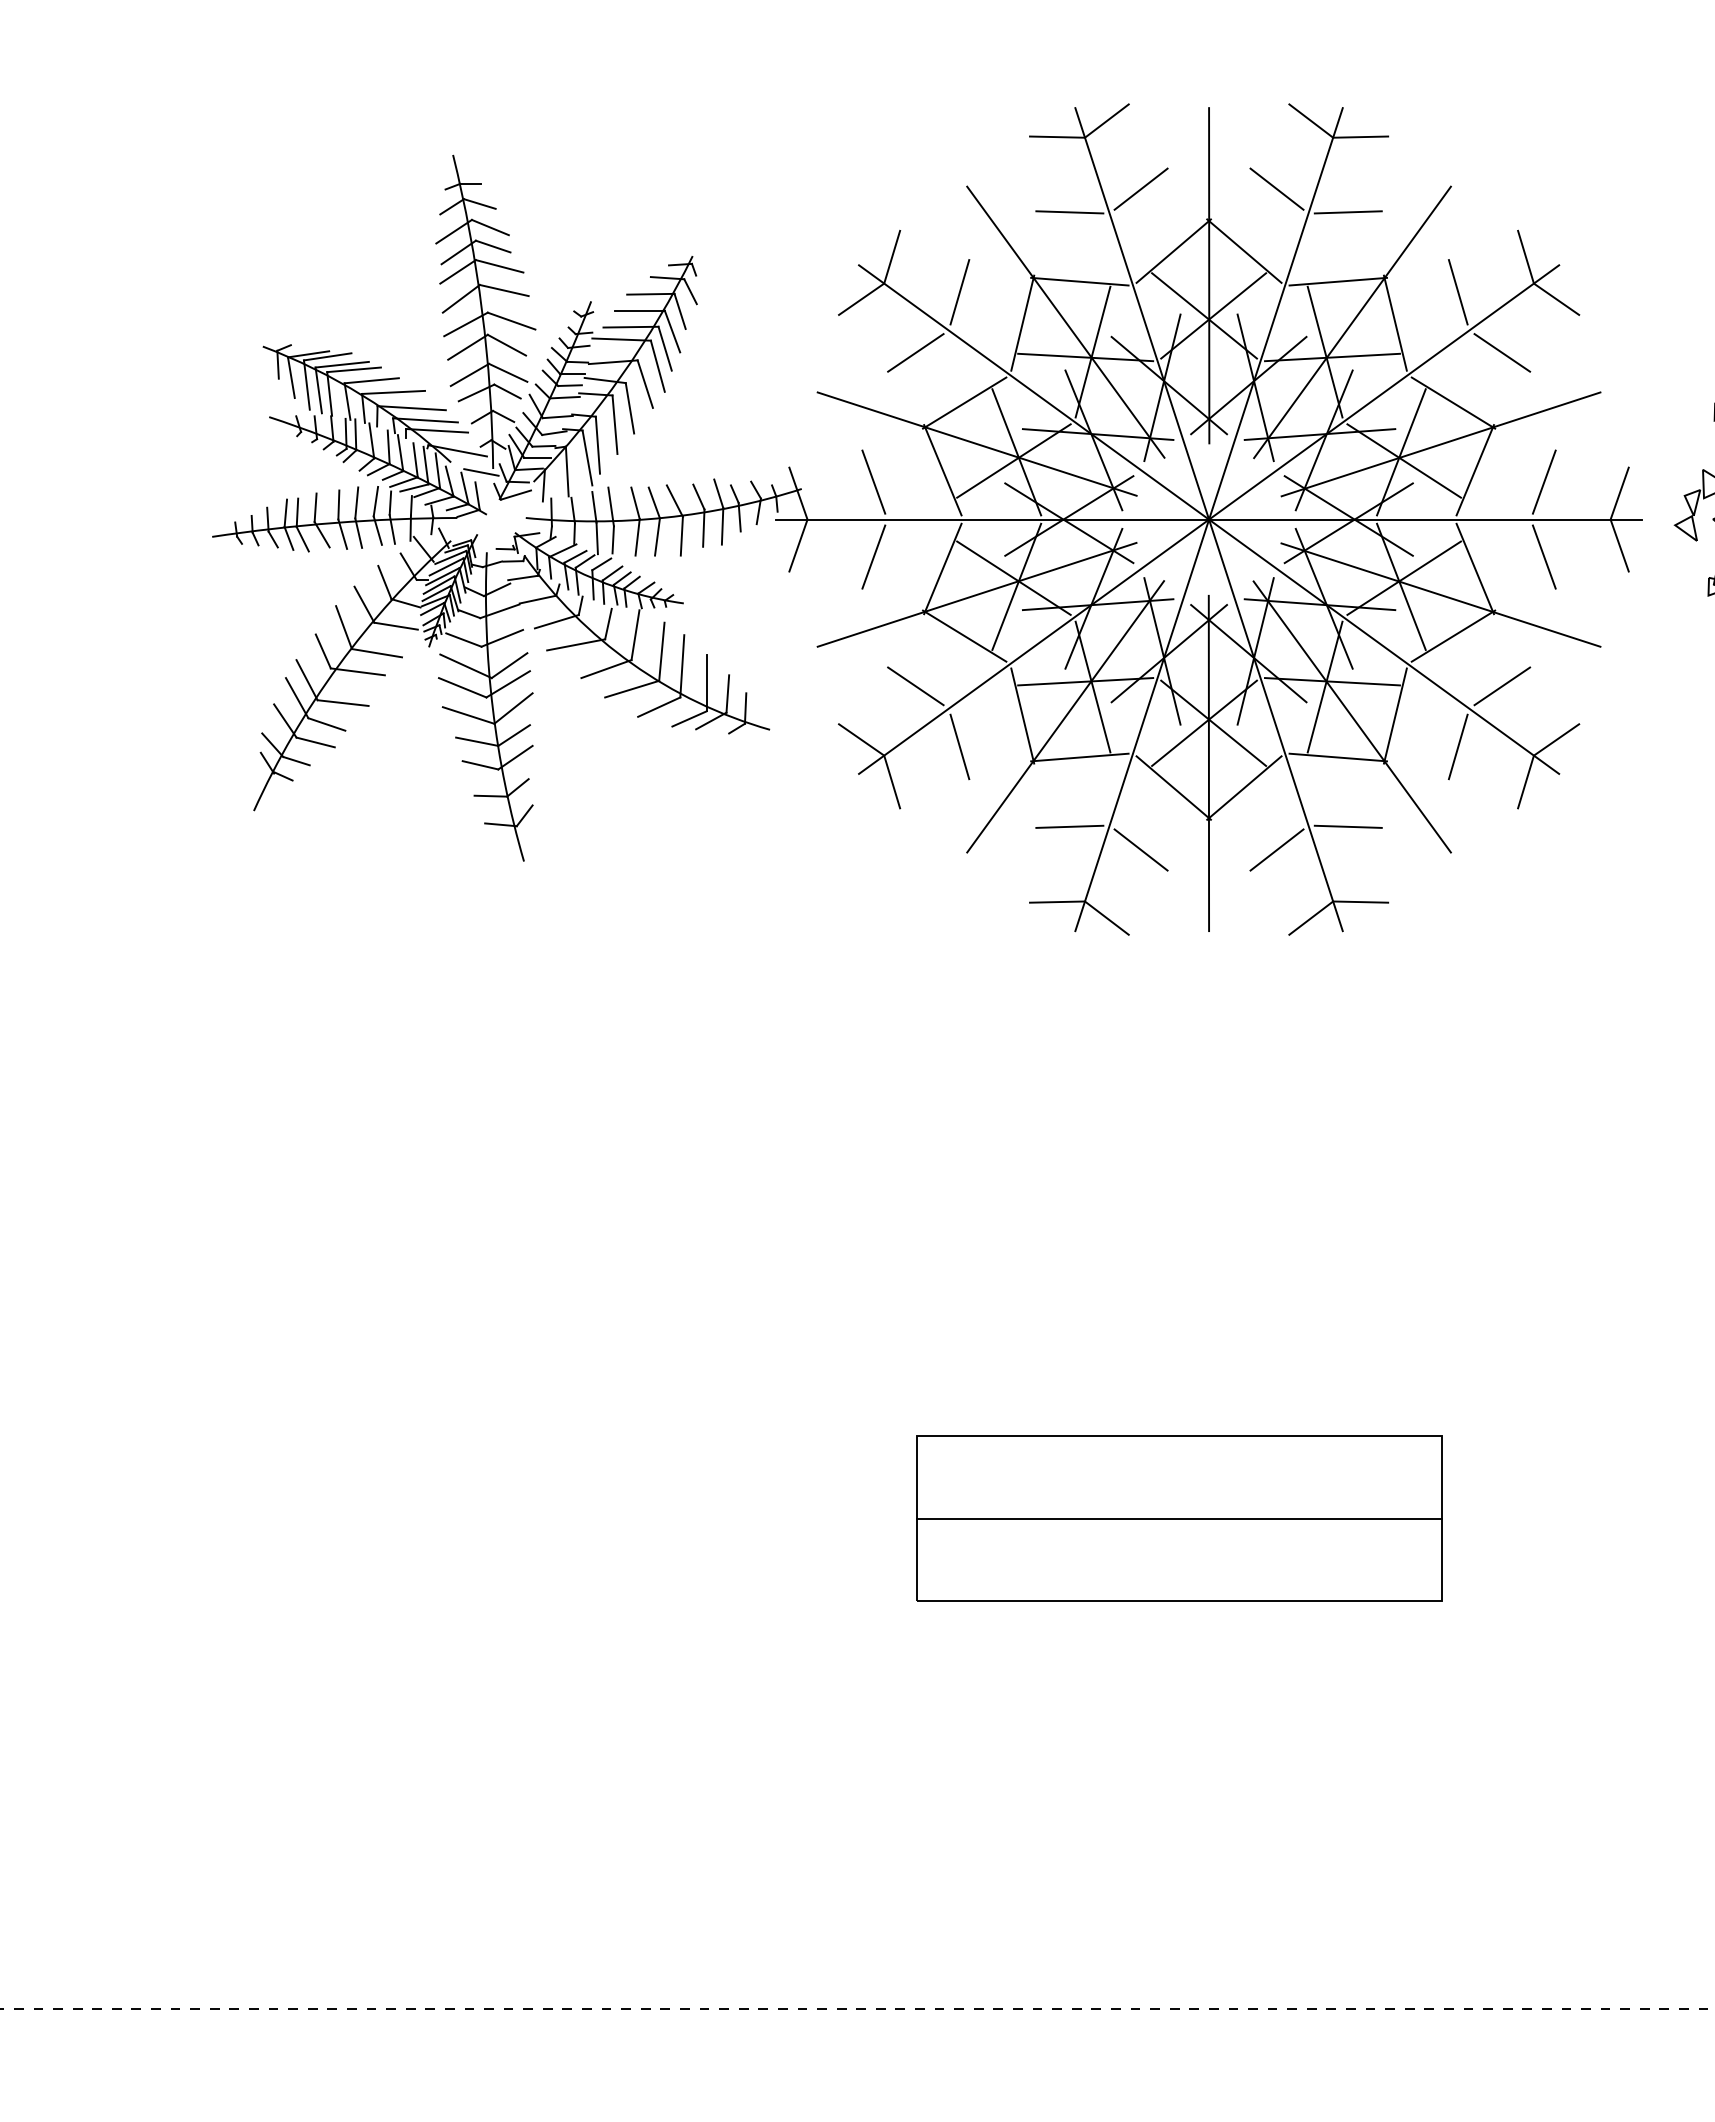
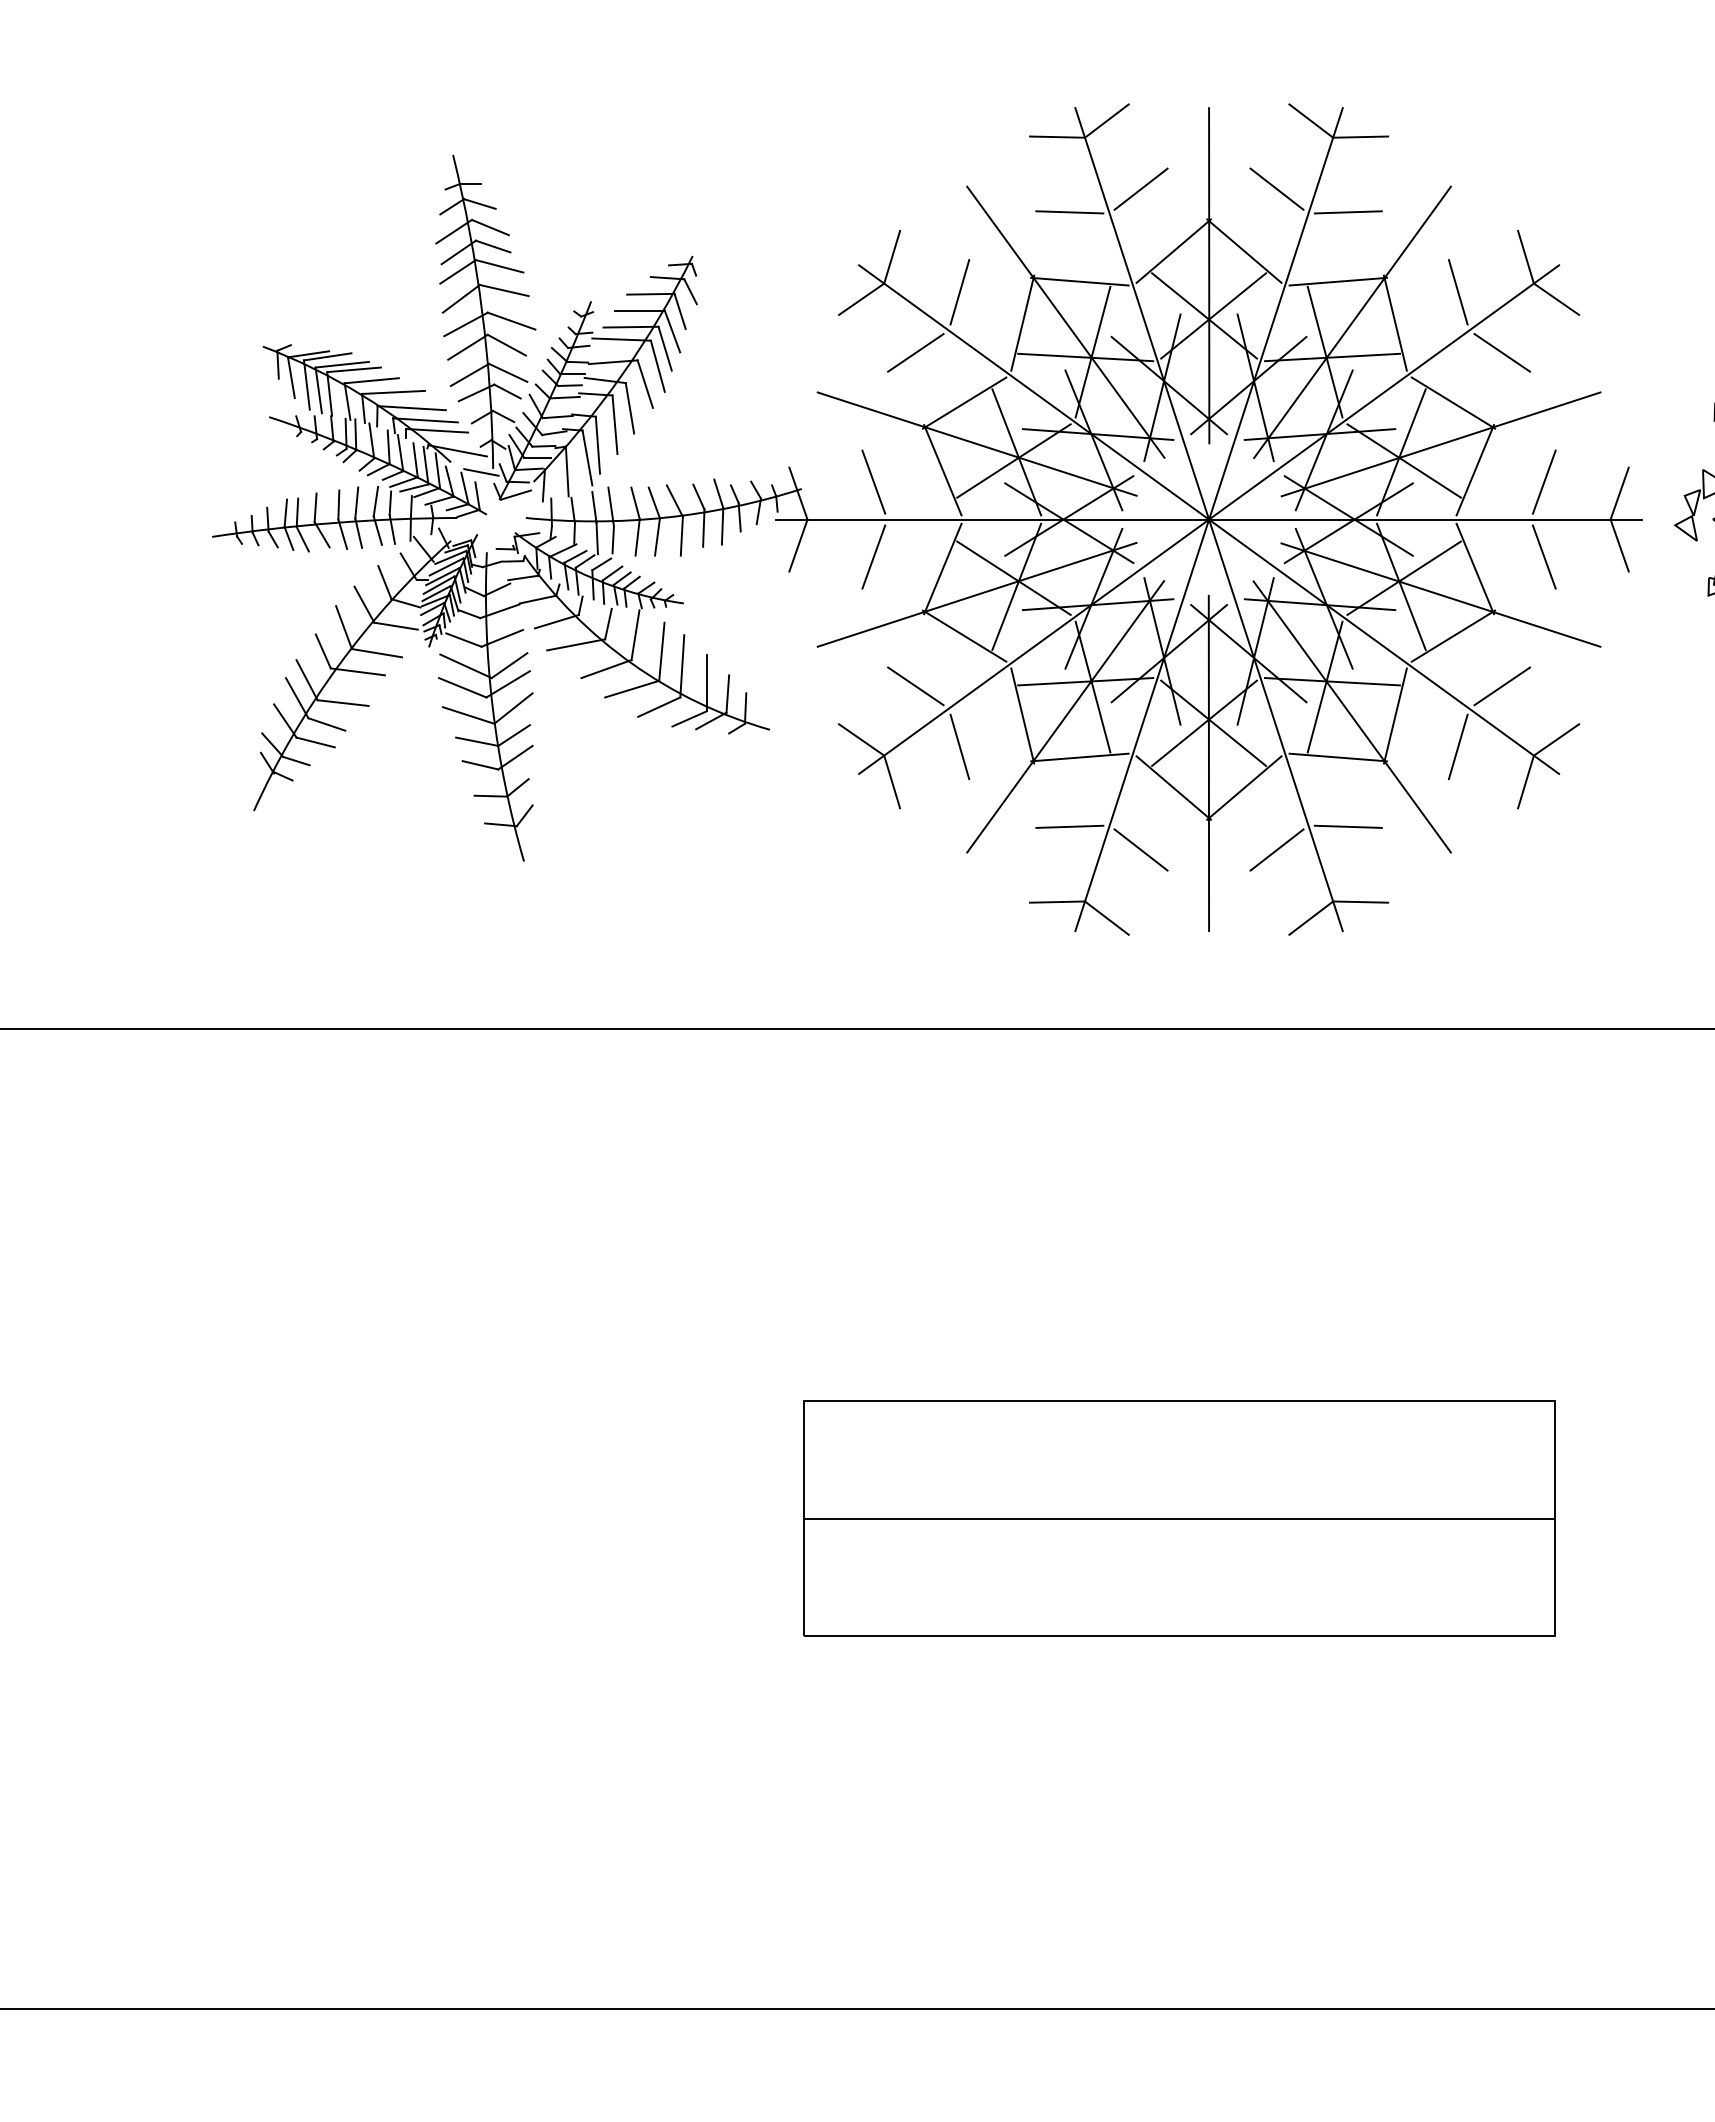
line at (856, 1029): none -> present
part at (1179, 1518) size: 527x167 px -> 753x237 px
line at (858, 2008): dashed -> solid
